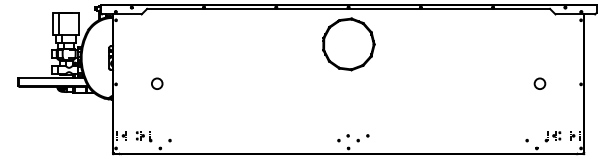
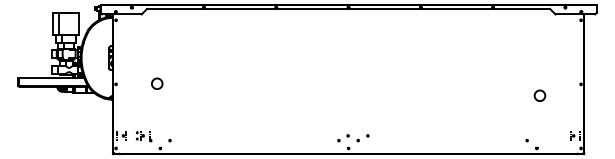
part at (348, 44): present -> none
circle at (539, 83) position: (539, 83) -> (539, 95)
part at (552, 136): present -> none
